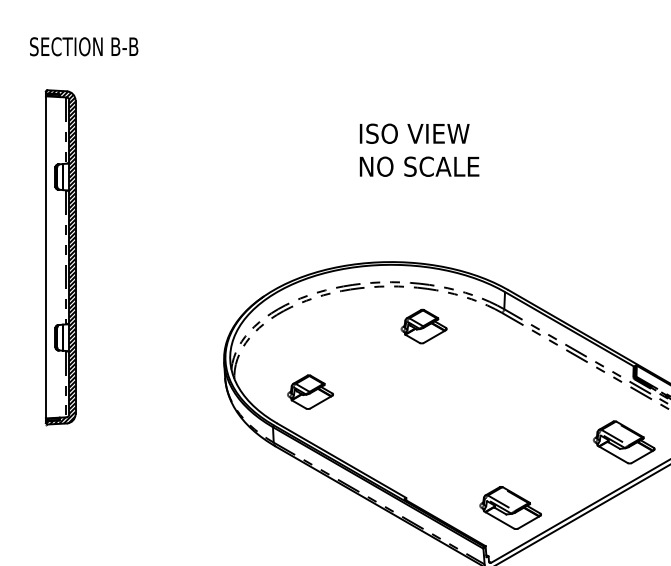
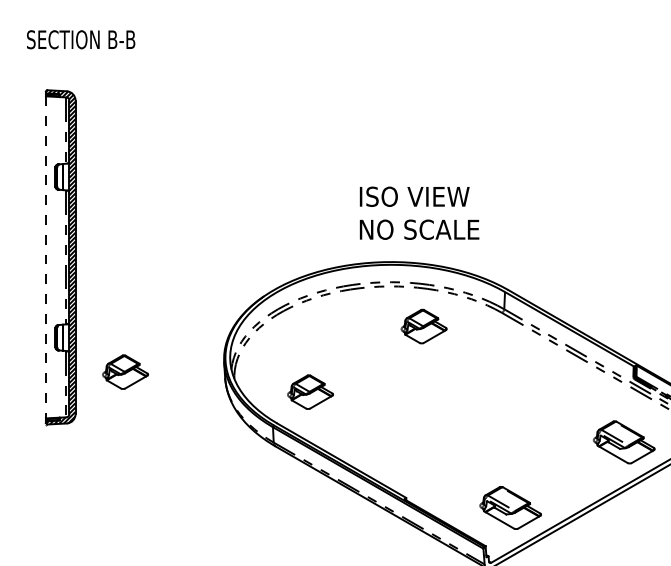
text at (84, 46) position: (84, 46) -> (81, 39)
text at (419, 149) position: (419, 149) -> (419, 212)
line at (45, 257): solid -> dashed
part at (125, 371): none -> present
